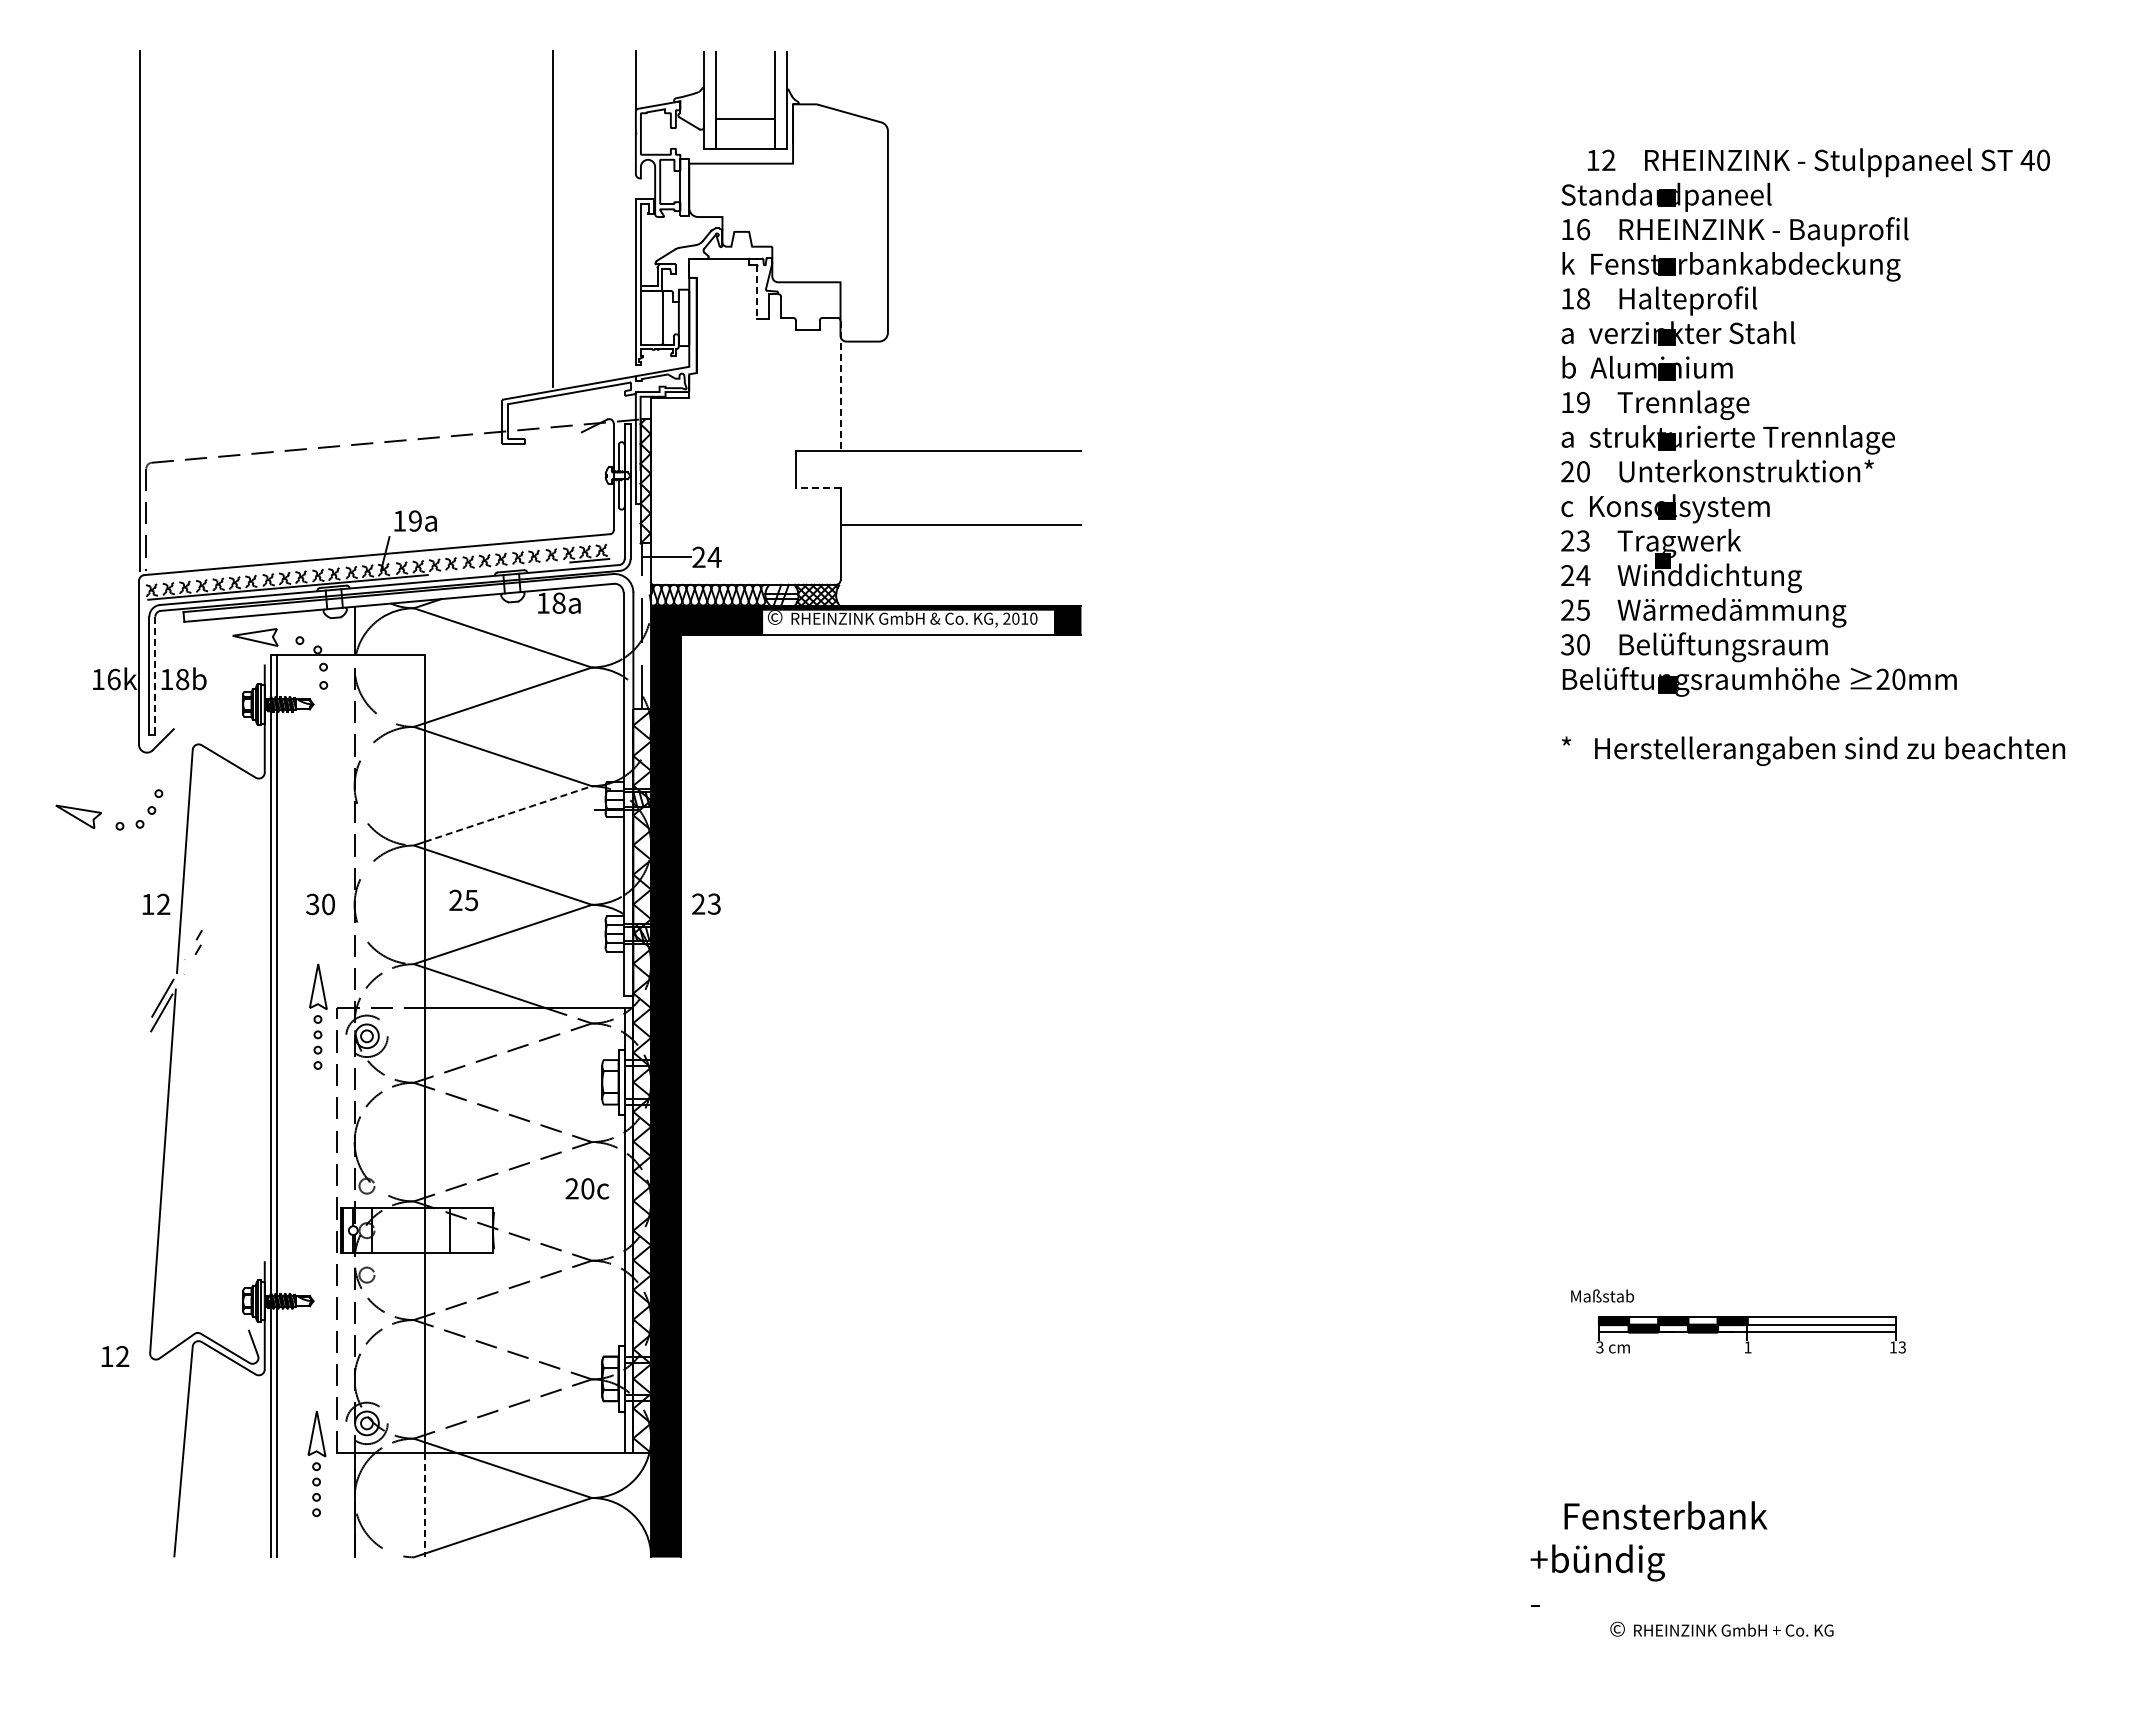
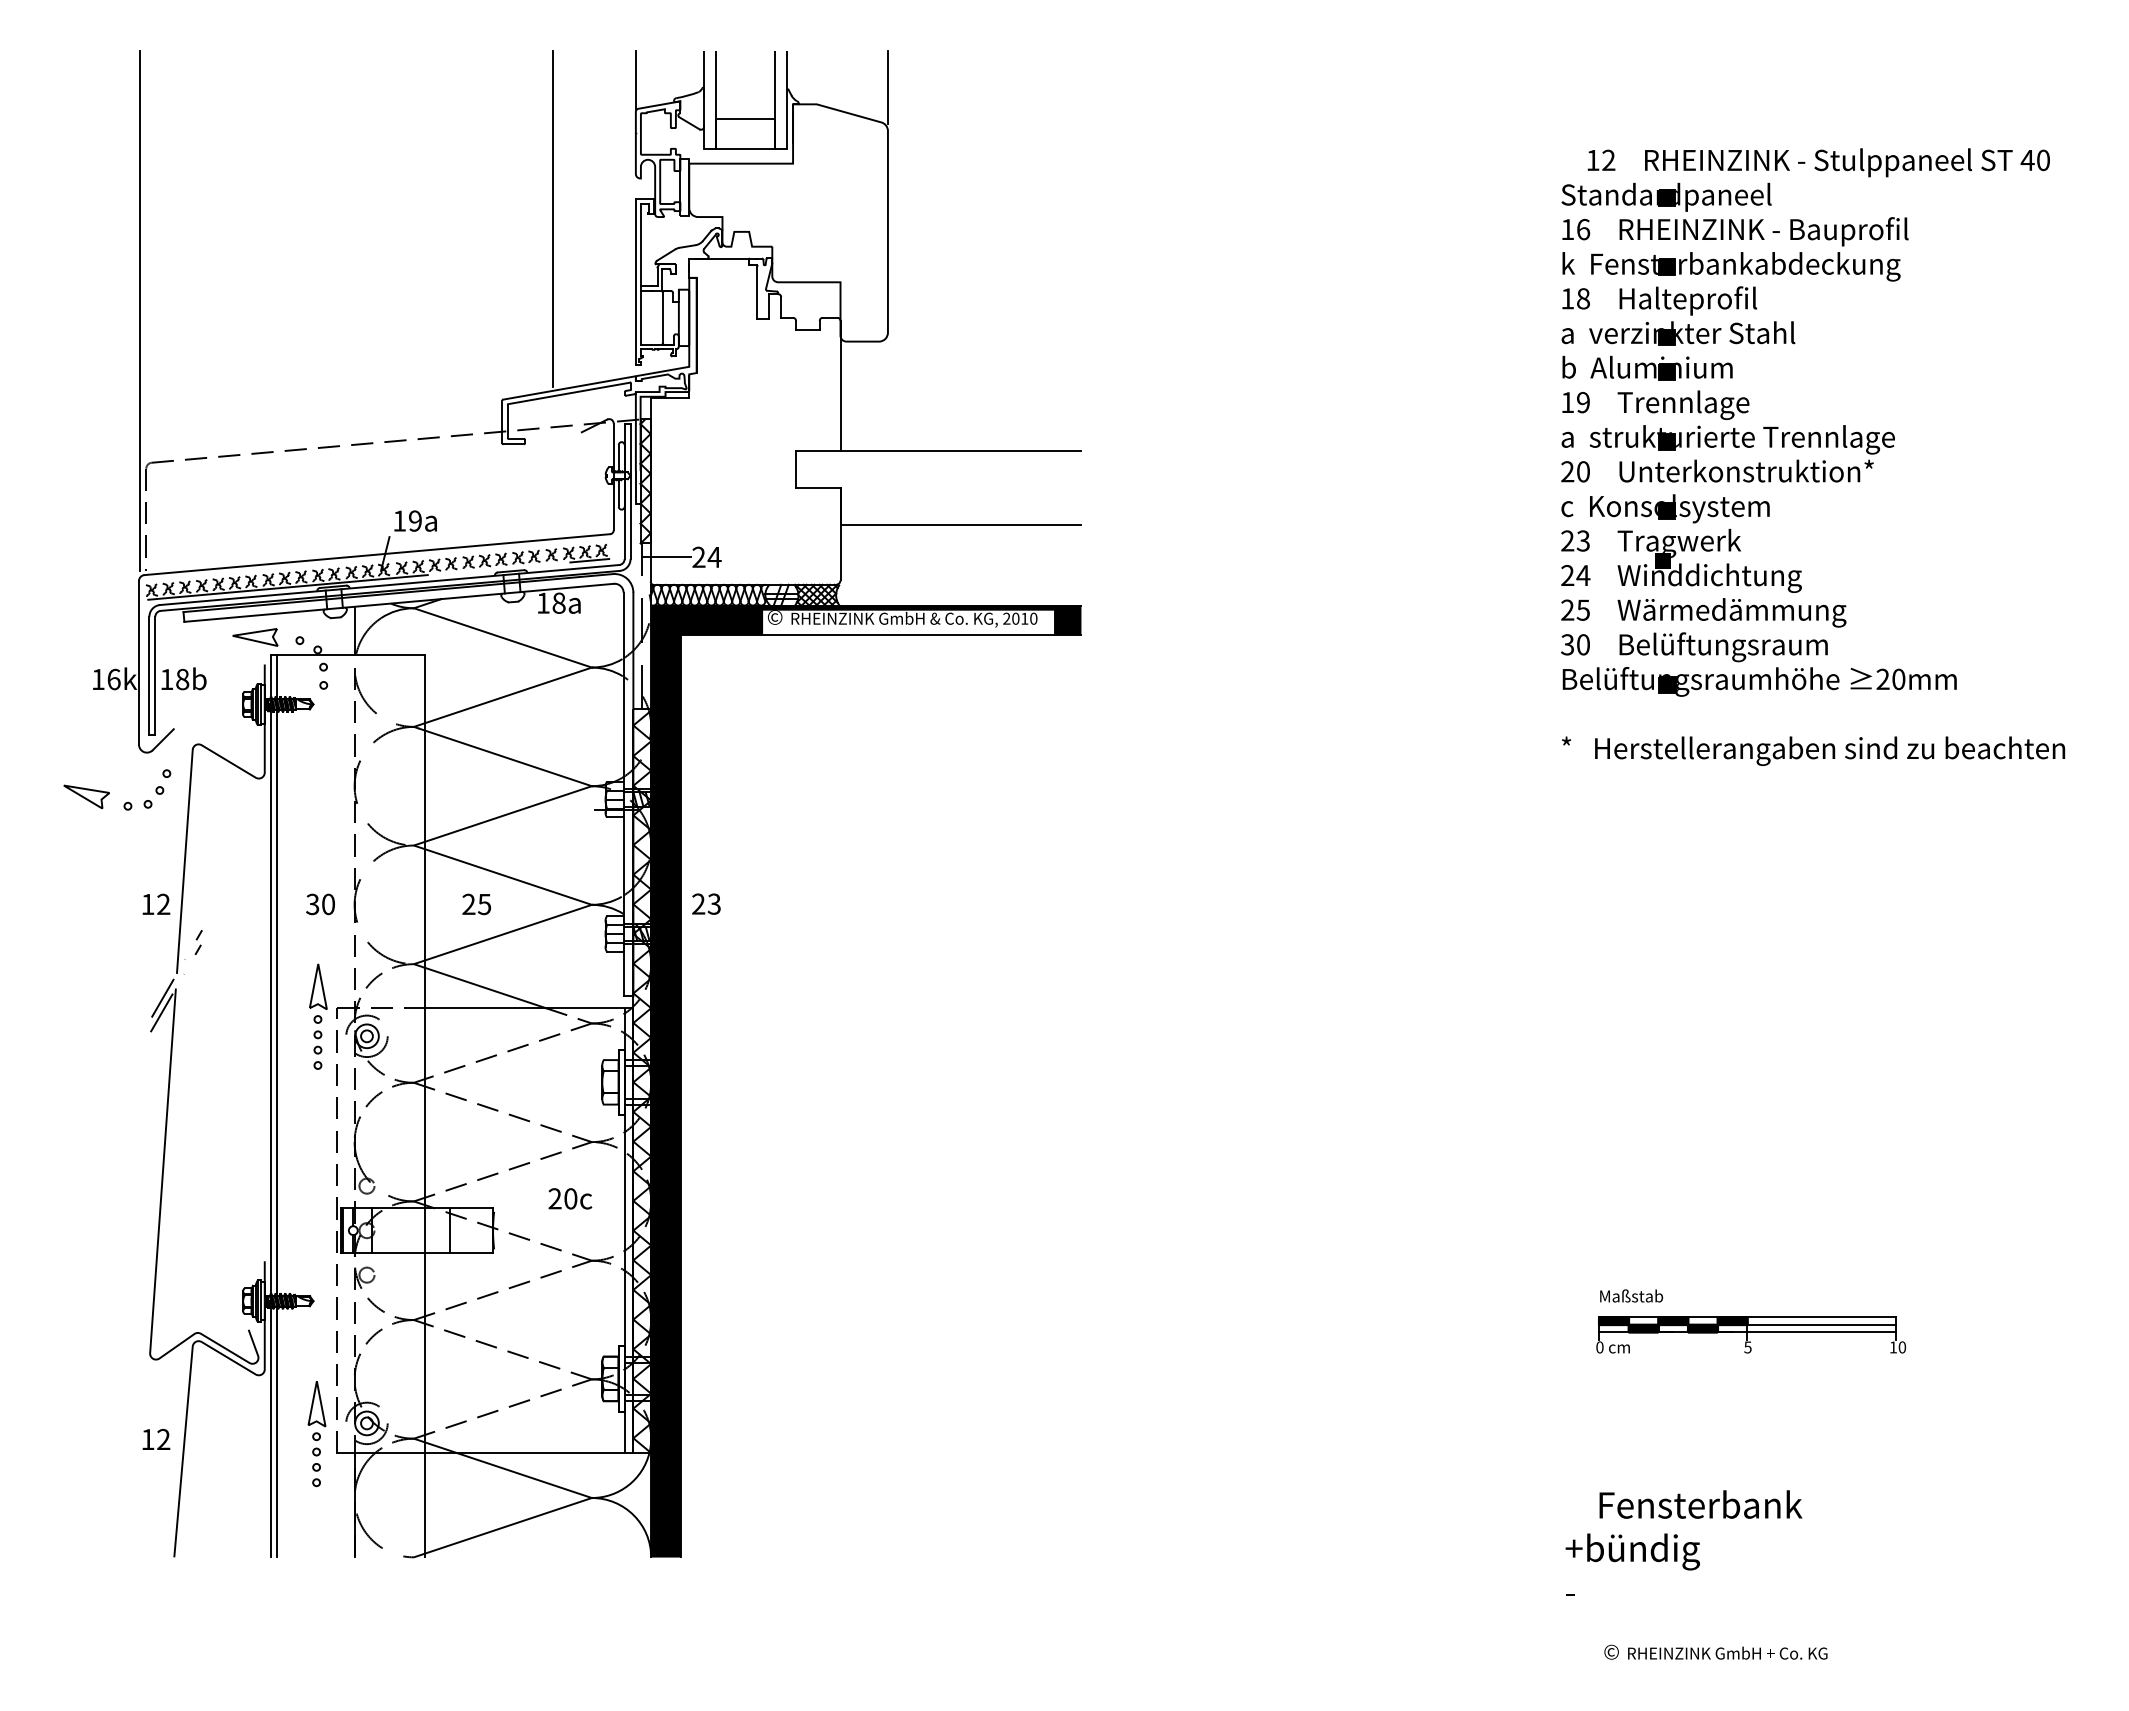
line at (887, 87): none -> present
line at (757, 292): dashed -> solid
line at (840, 386): dashed -> solid
line at (817, 488): dashed -> solid
line at (155, 676): dashed -> solid
part at (101, 812) position: (101, 812) -> (109, 792)
line at (508, 813): dashed -> solid
text at (463, 900) position: (463, 900) -> (476, 904)
text at (587, 1188) position: (587, 1188) -> (570, 1198)
text at (1602, 1295) position: (1602, 1295) -> (1631, 1295)
text at (1599, 1347): 3 -> 0
text at (1747, 1347): 1 -> 5
text at (1902, 1347): 13 -> 10
text at (115, 1356) position: (115, 1356) -> (156, 1439)
part at (316, 1464) position: (316, 1464) -> (316, 1434)
line at (424, 1505): dashed -> solid
text at (1648, 1553) position: (1648, 1553) -> (1683, 1542)
text at (1721, 1628) position: (1721, 1628) -> (1715, 1651)
